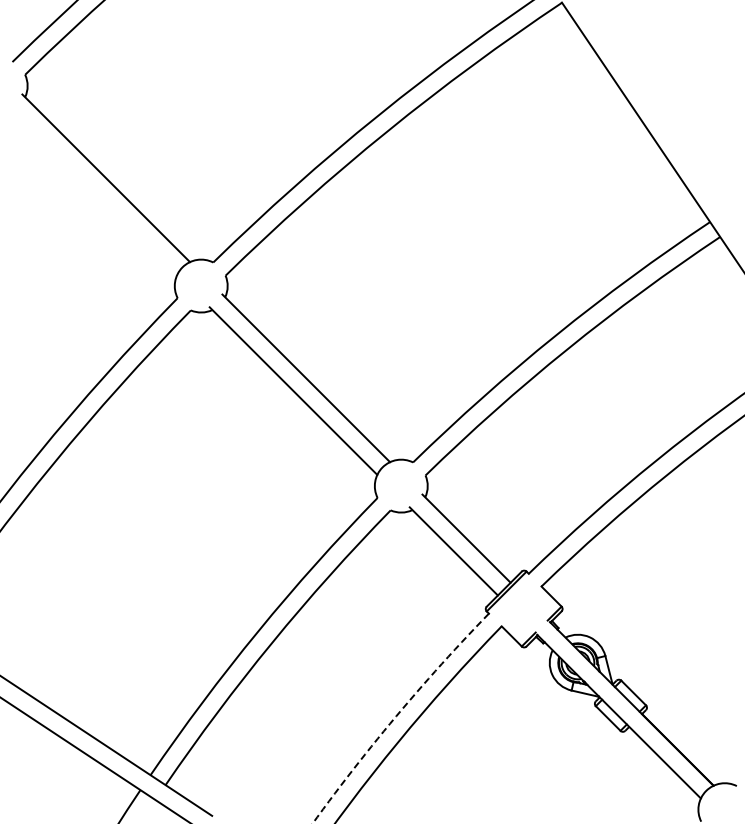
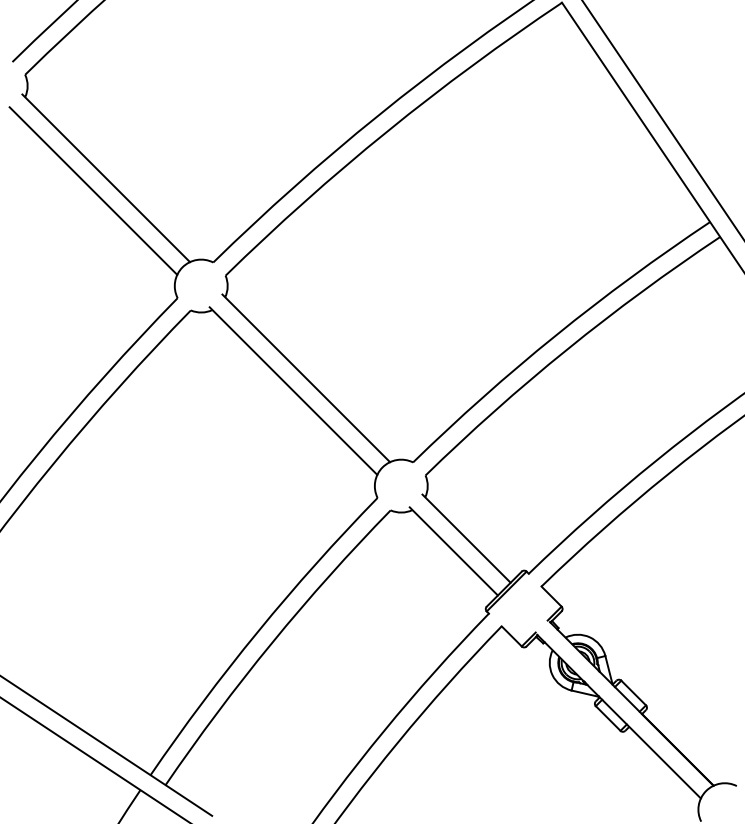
line at (662, 119): none -> present
line at (93, 190): none -> present
arc at (397, 715): dashed -> solid
